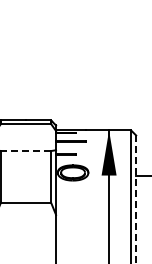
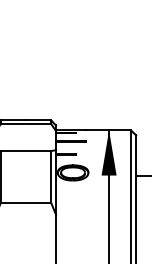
line at (25, 151): dashed -> solid
line at (136, 199): dashed -> solid
